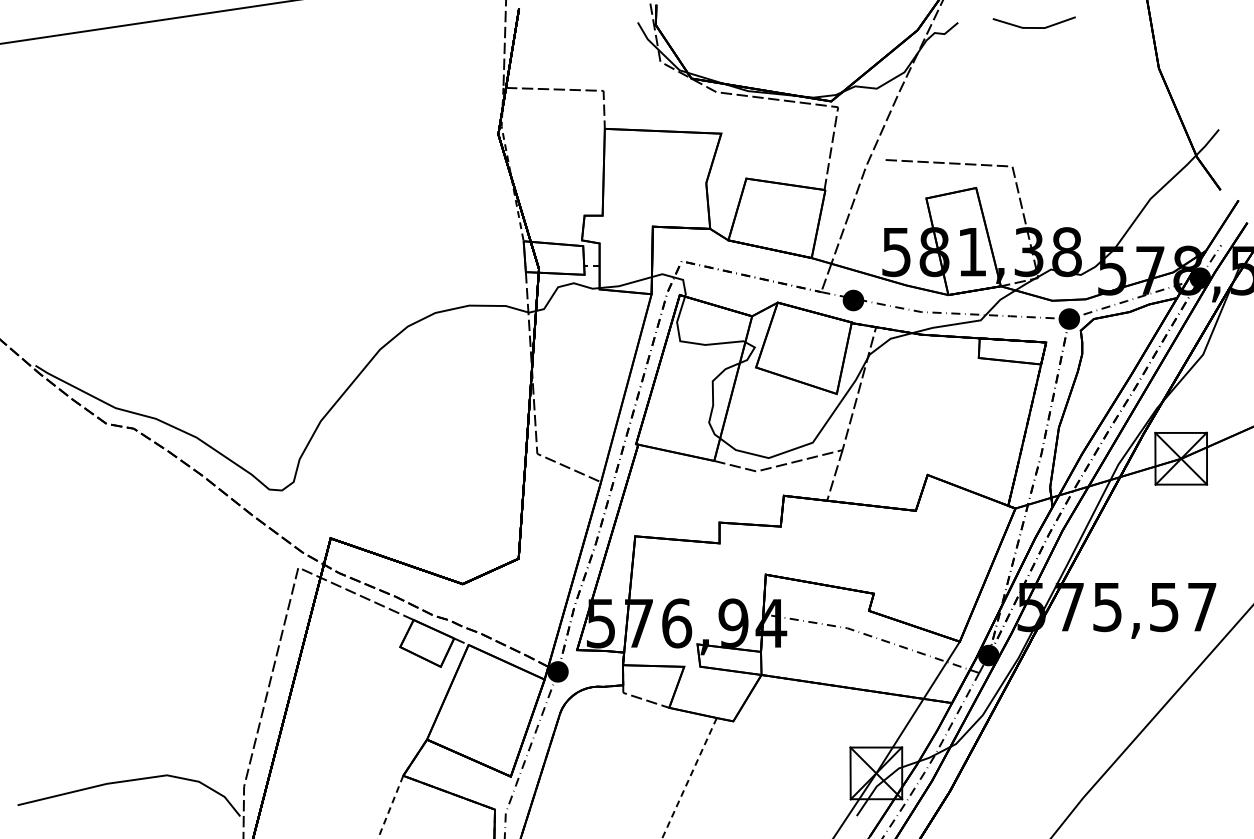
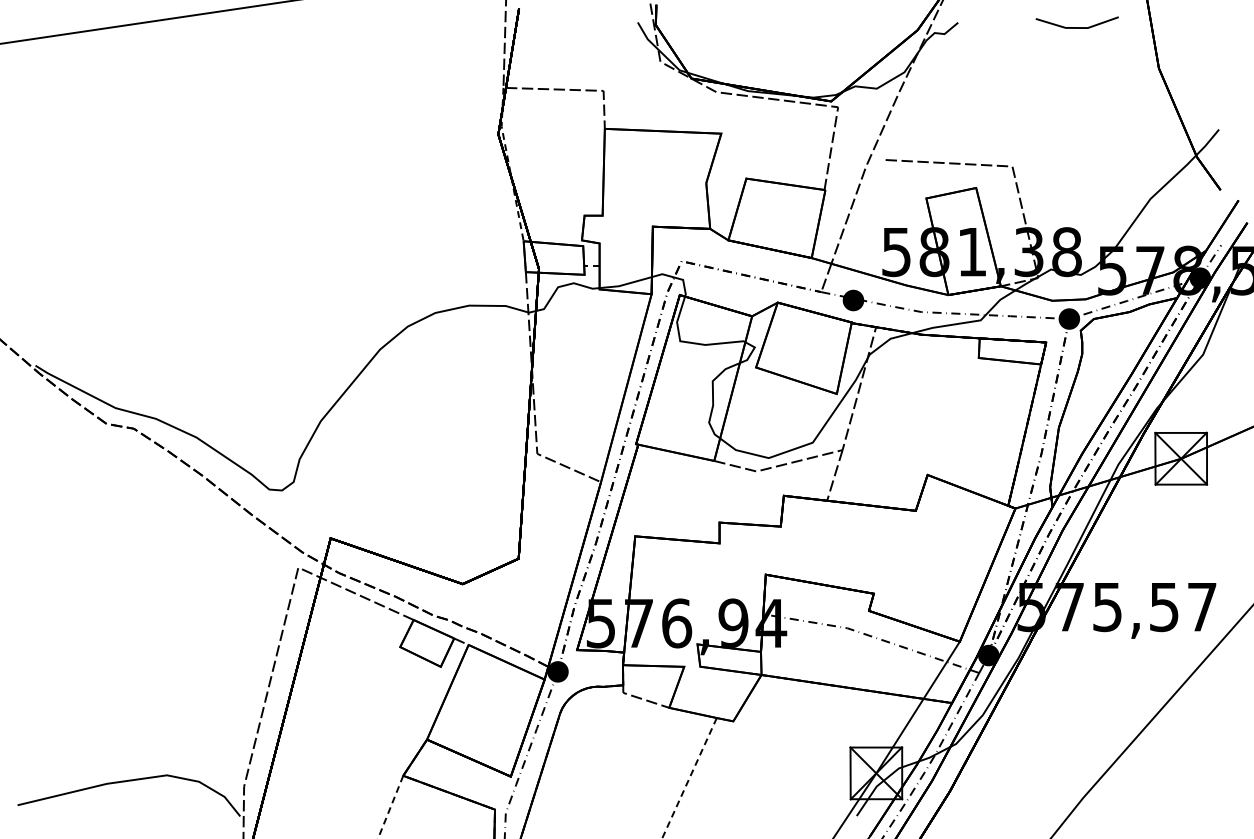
line at (1033, 27) position: (1033, 27) -> (1076, 27)
